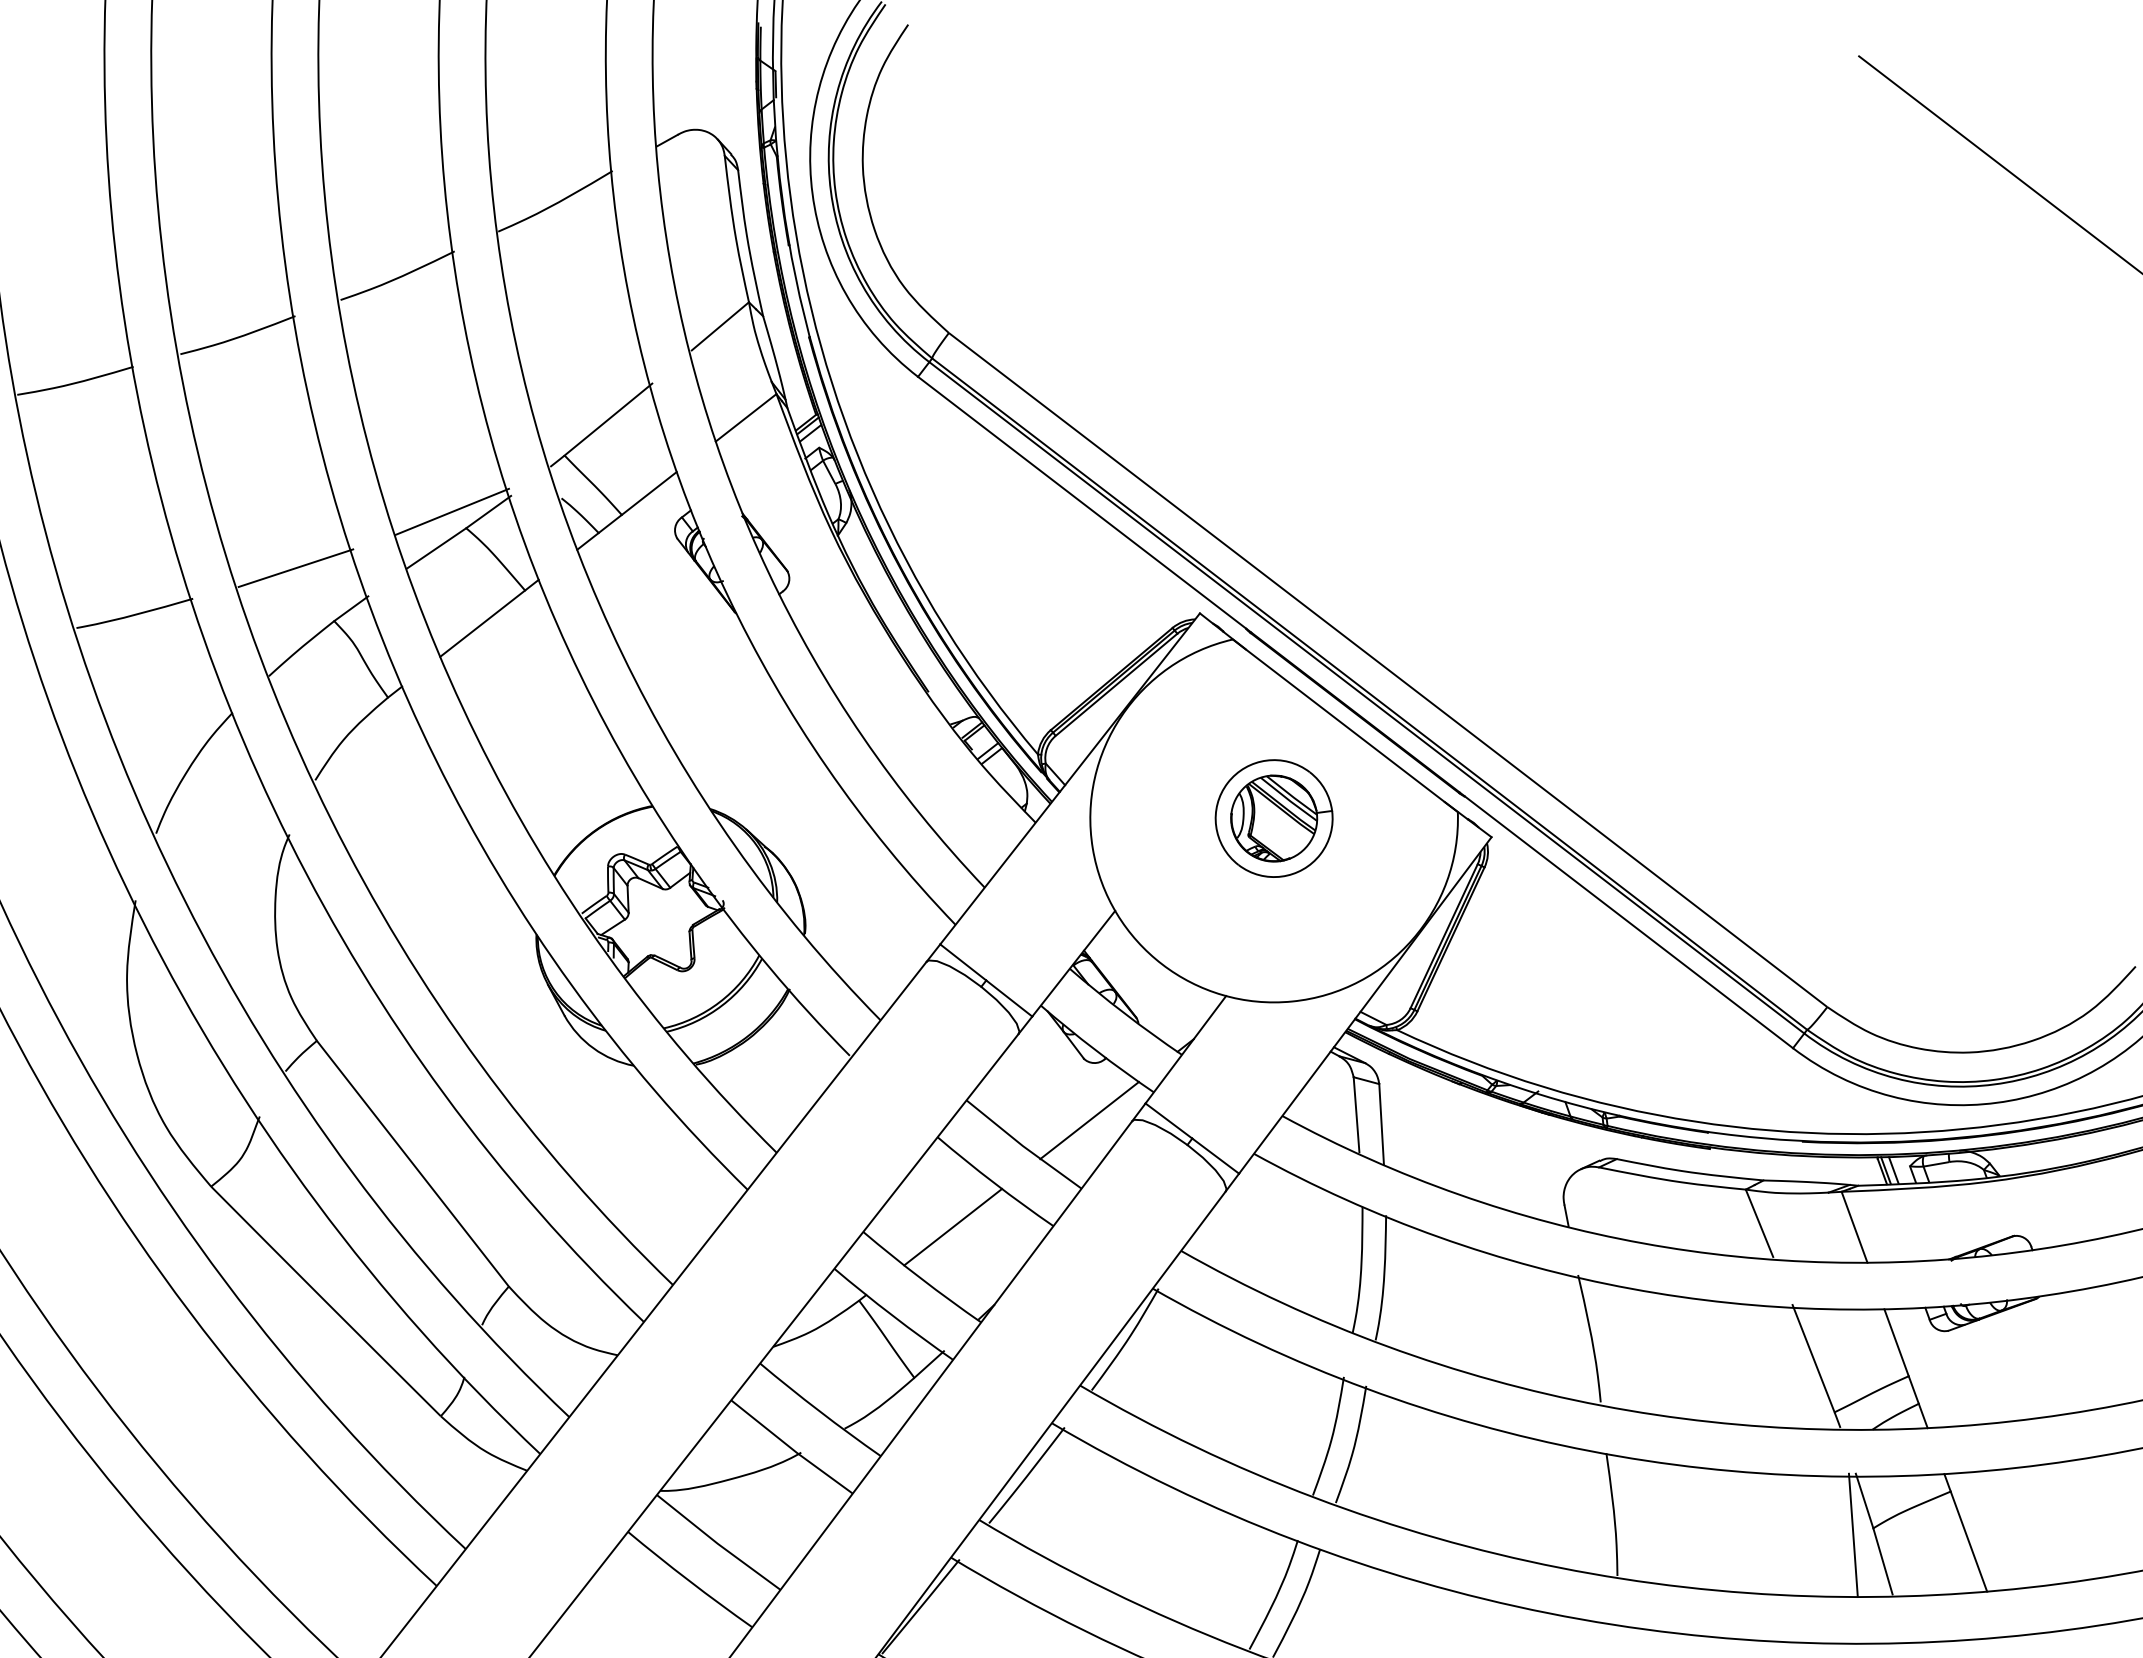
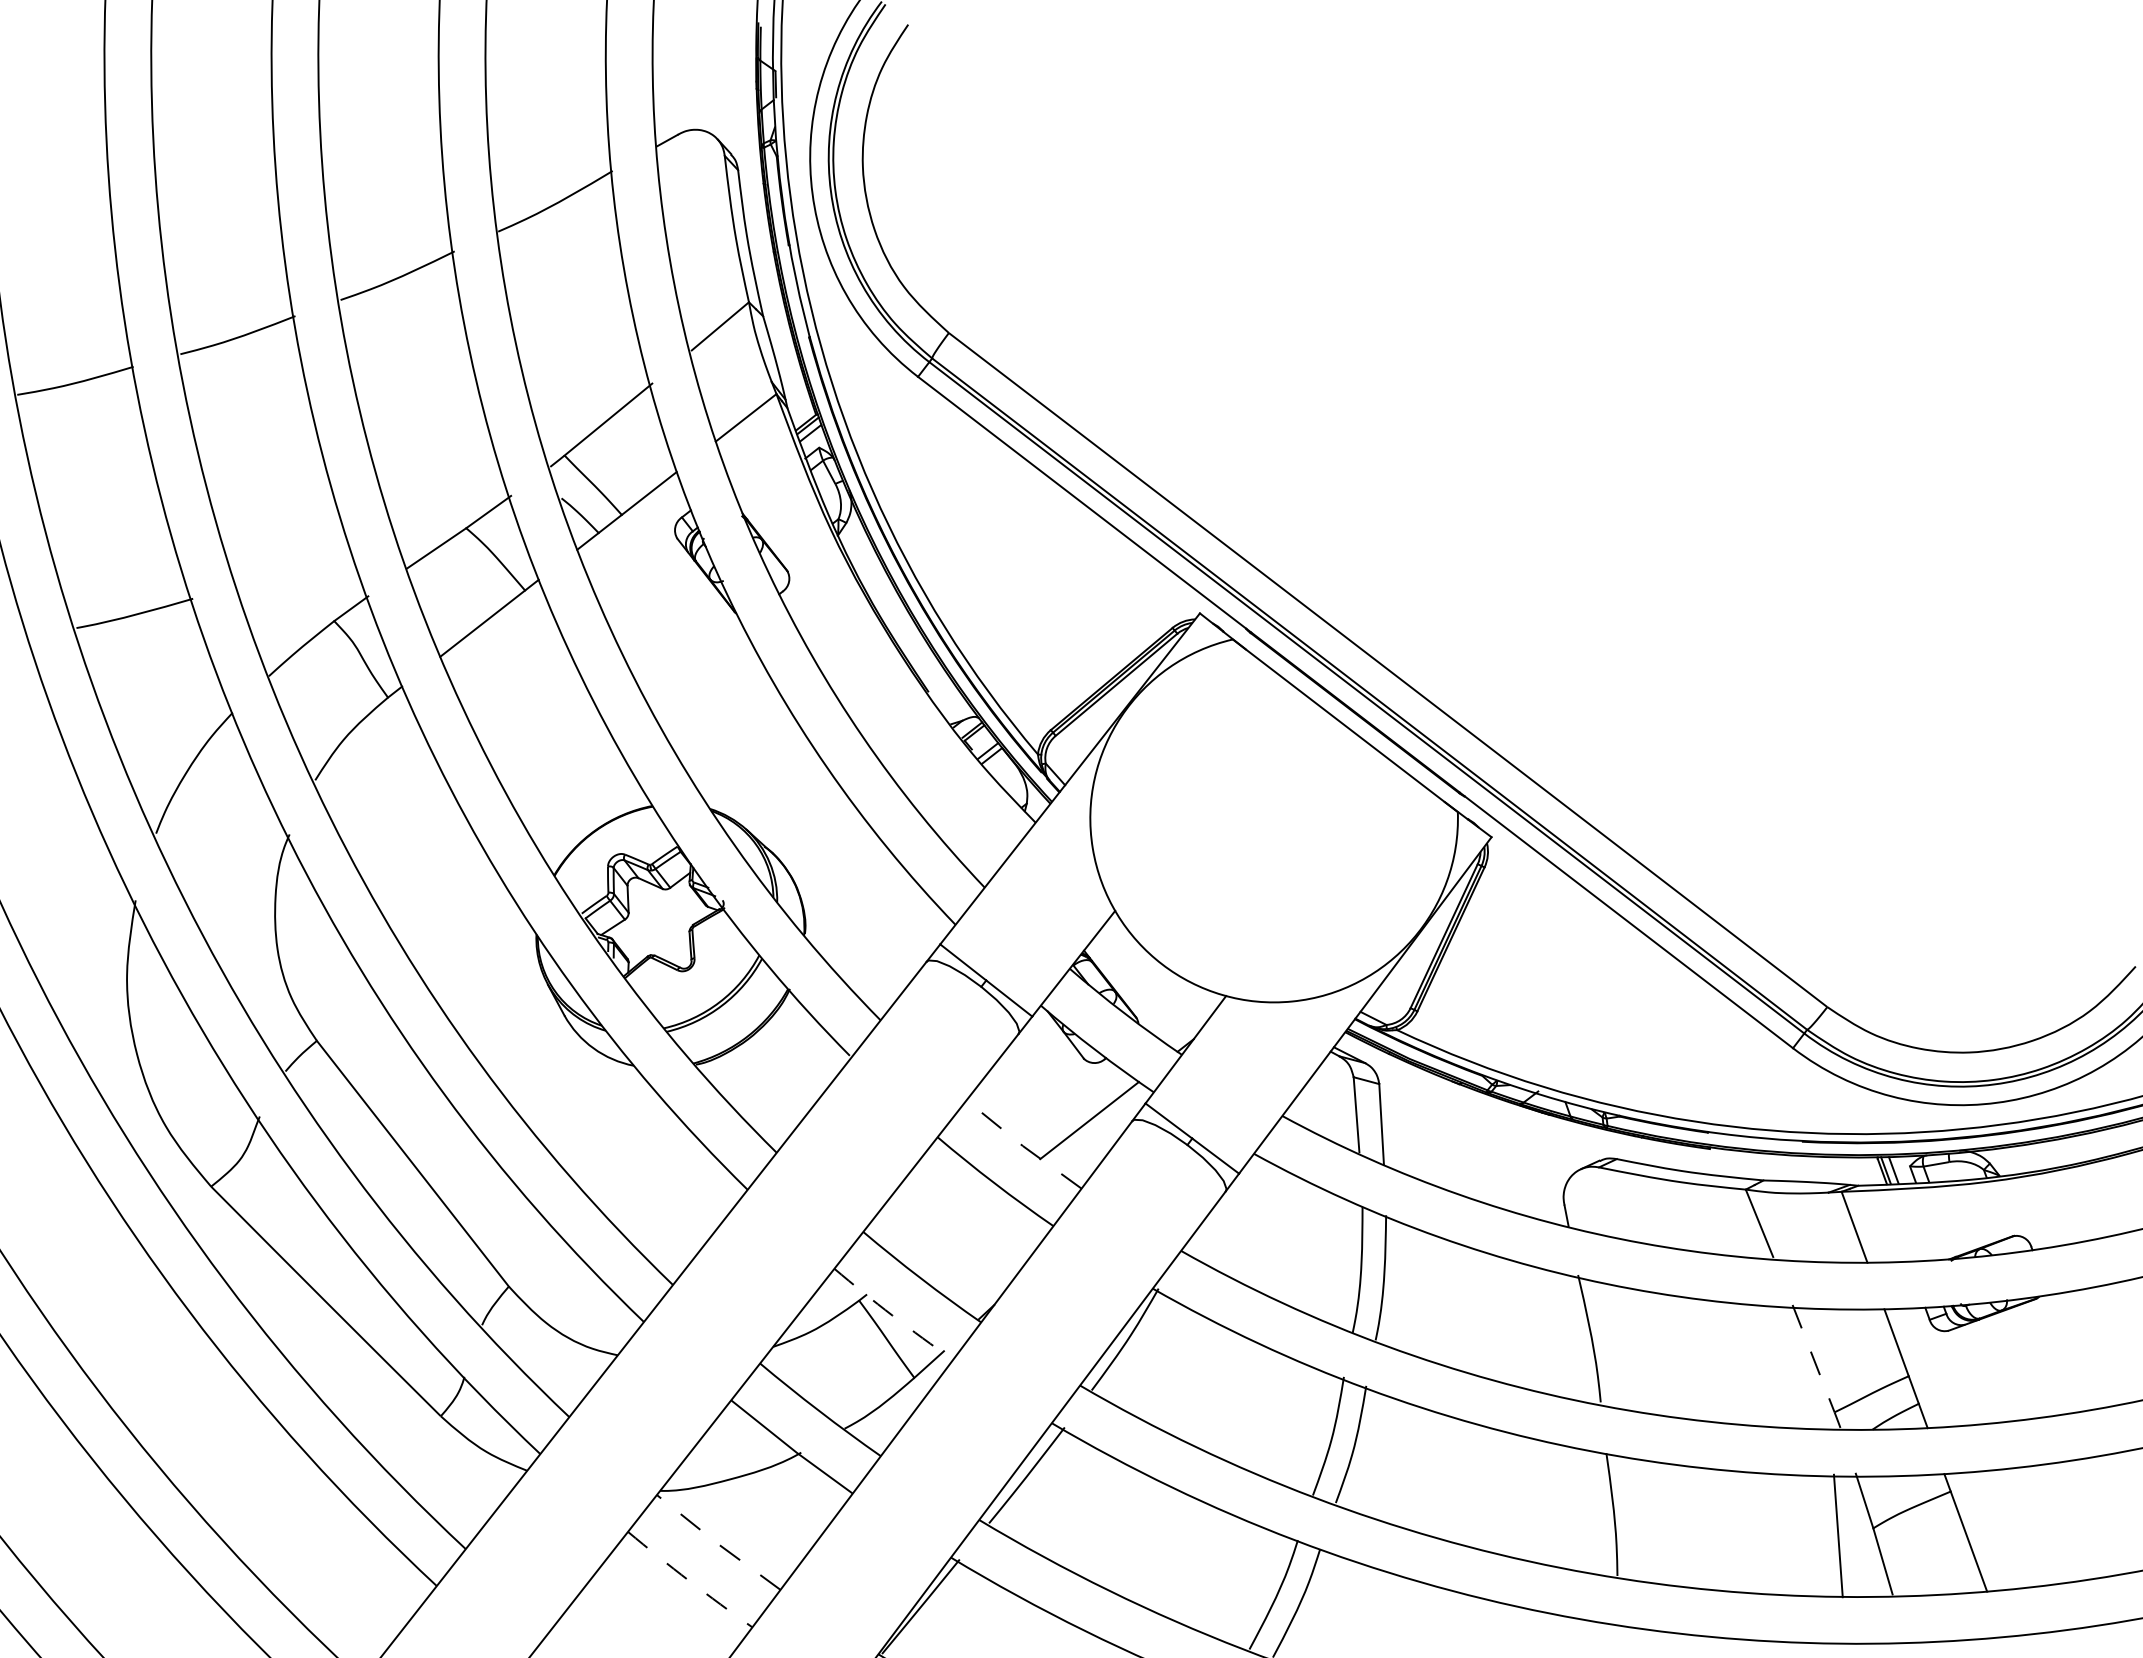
line at (1999, 163): present -> none
line at (451, 511): present -> none
line at (295, 567): present -> none
part at (1273, 818): present -> none
line at (1022, 1146): solid -> dashed
line at (953, 1226): present -> none
arc at (892, 1315): solid -> dashed
line at (1813, 1358): solid -> dashed
line at (1852, 1534) position: (1852, 1534) -> (1837, 1535)
line at (717, 1543): solid -> dashed
arc at (689, 1580): solid -> dashed
